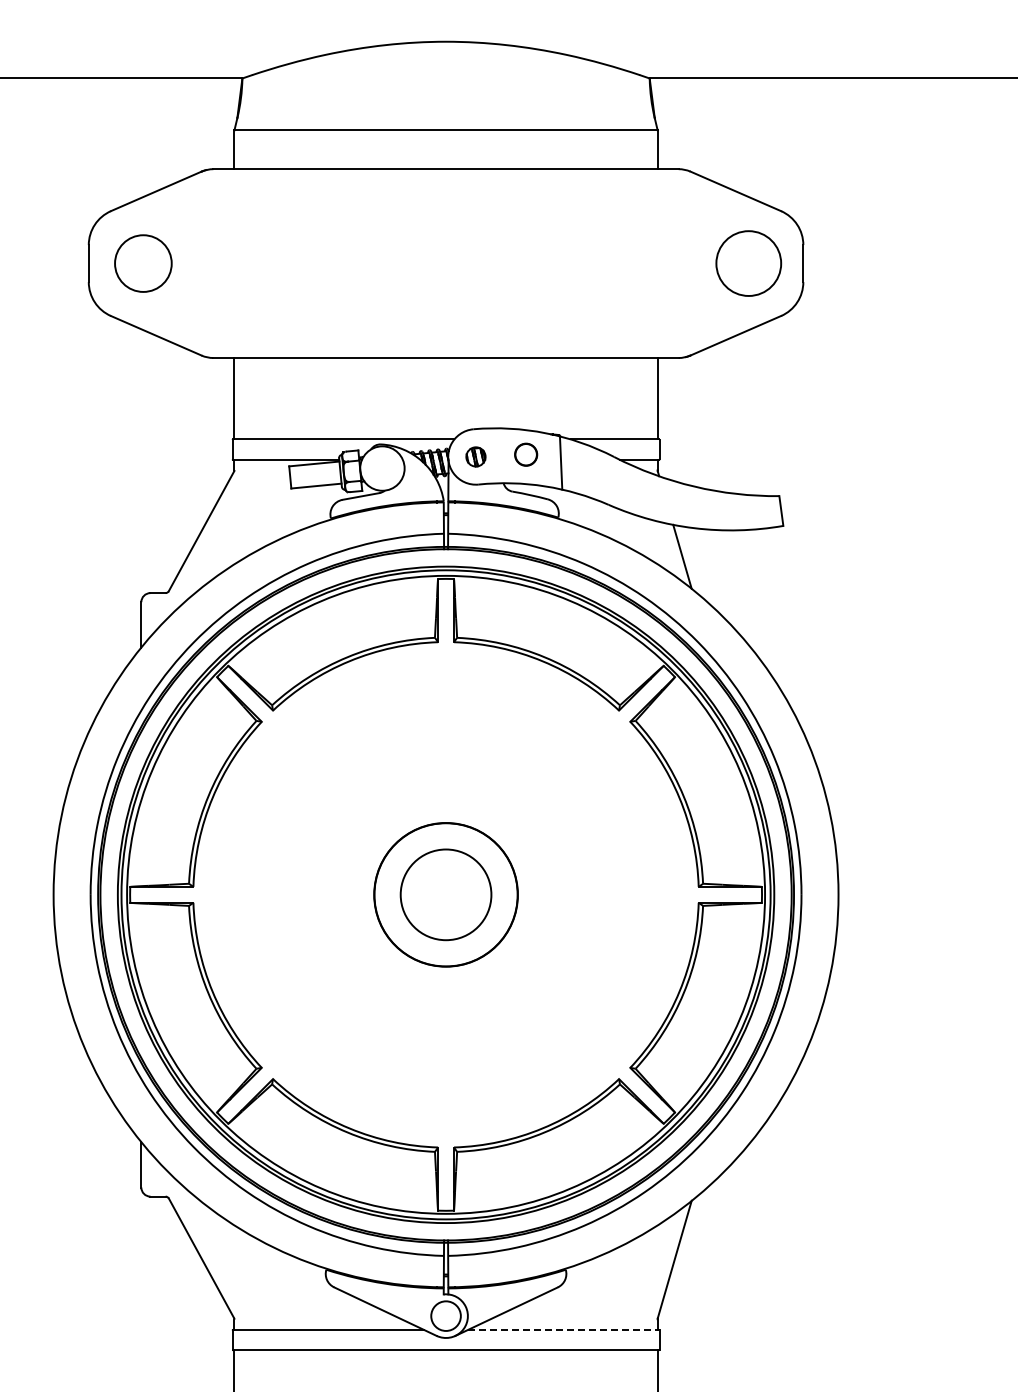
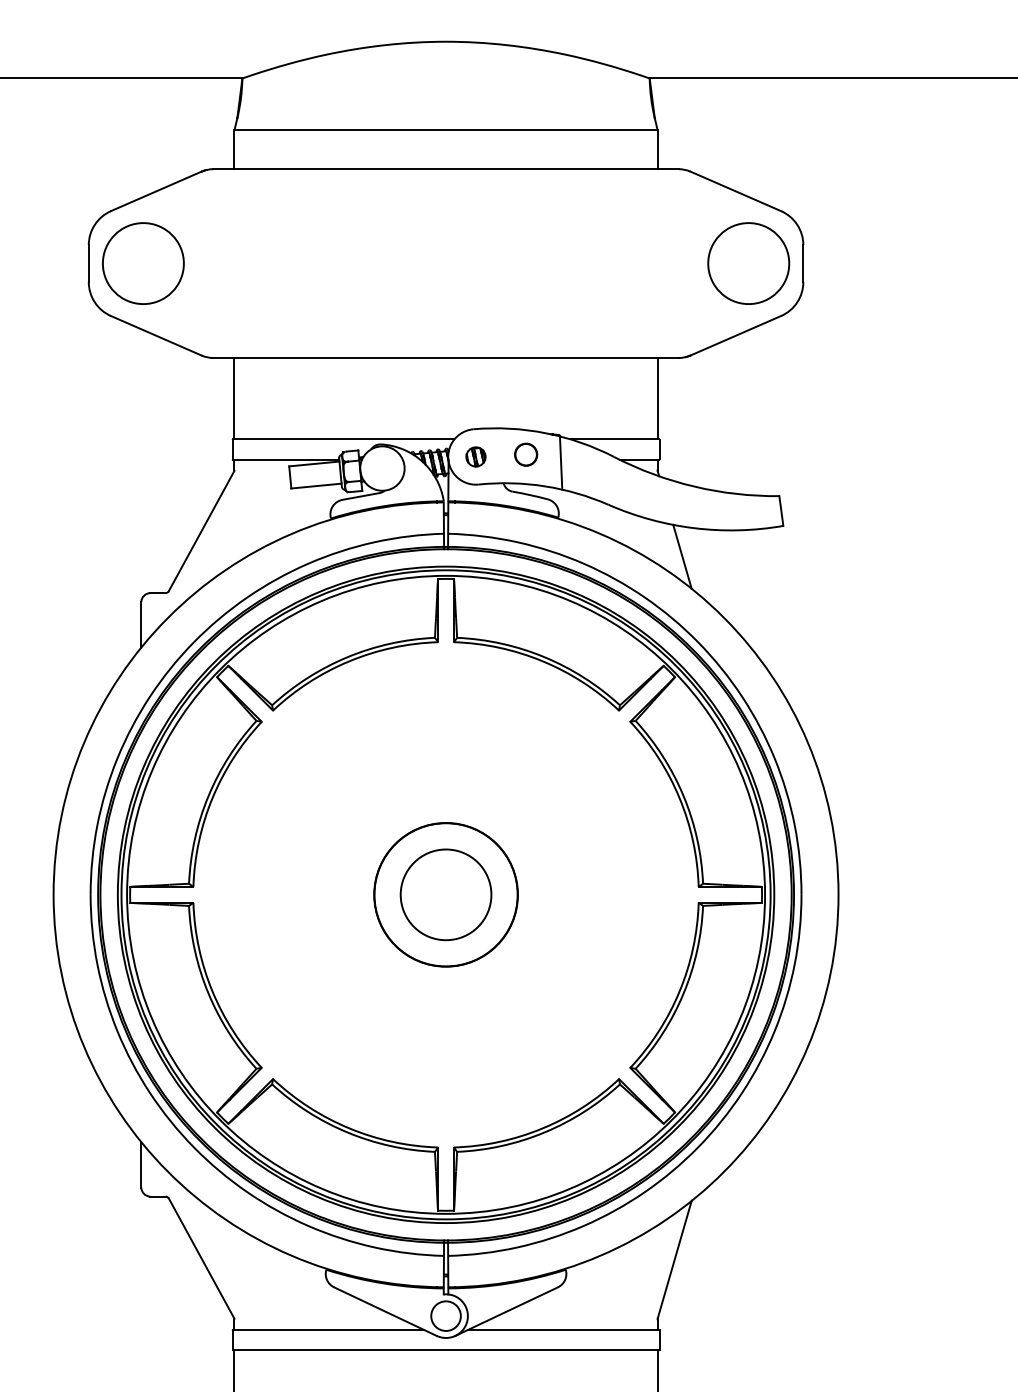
circle at (143, 263) diameter: 57 px -> 81 px
circle at (748, 263) size: 68x67 px -> 84x83 px
line at (564, 1329): dashed -> solid
